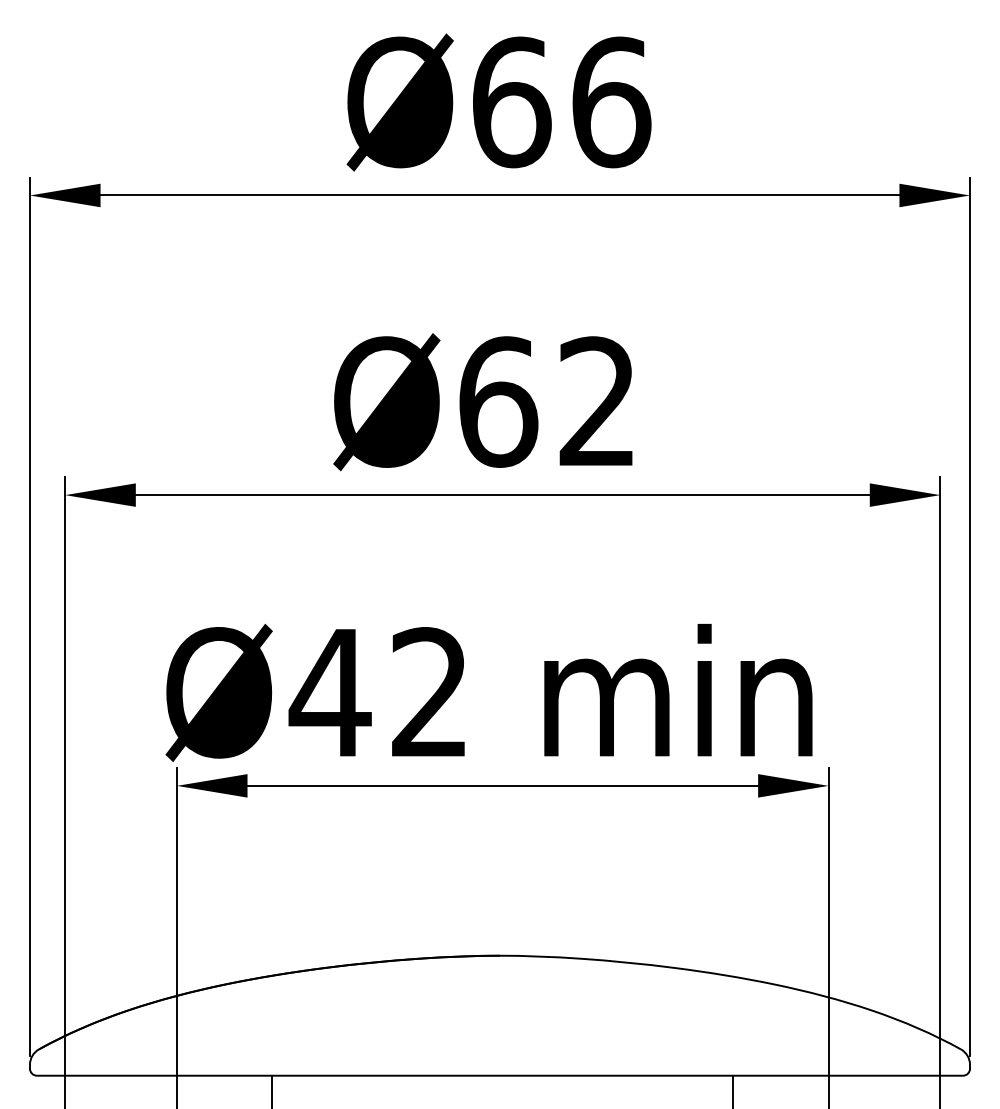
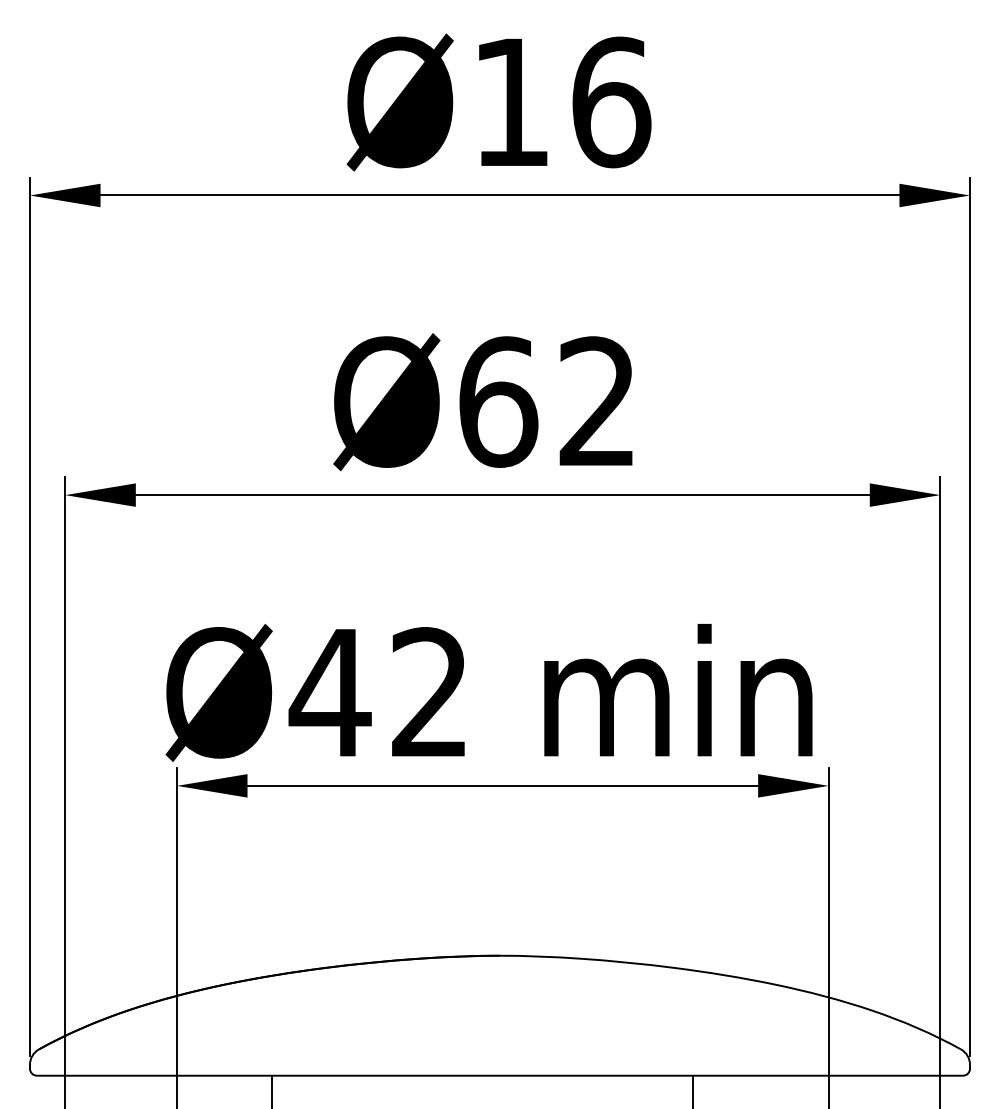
text at (512, 102): Ø66 -> Ø16
line at (733, 1090) position: (733, 1090) -> (693, 1090)
